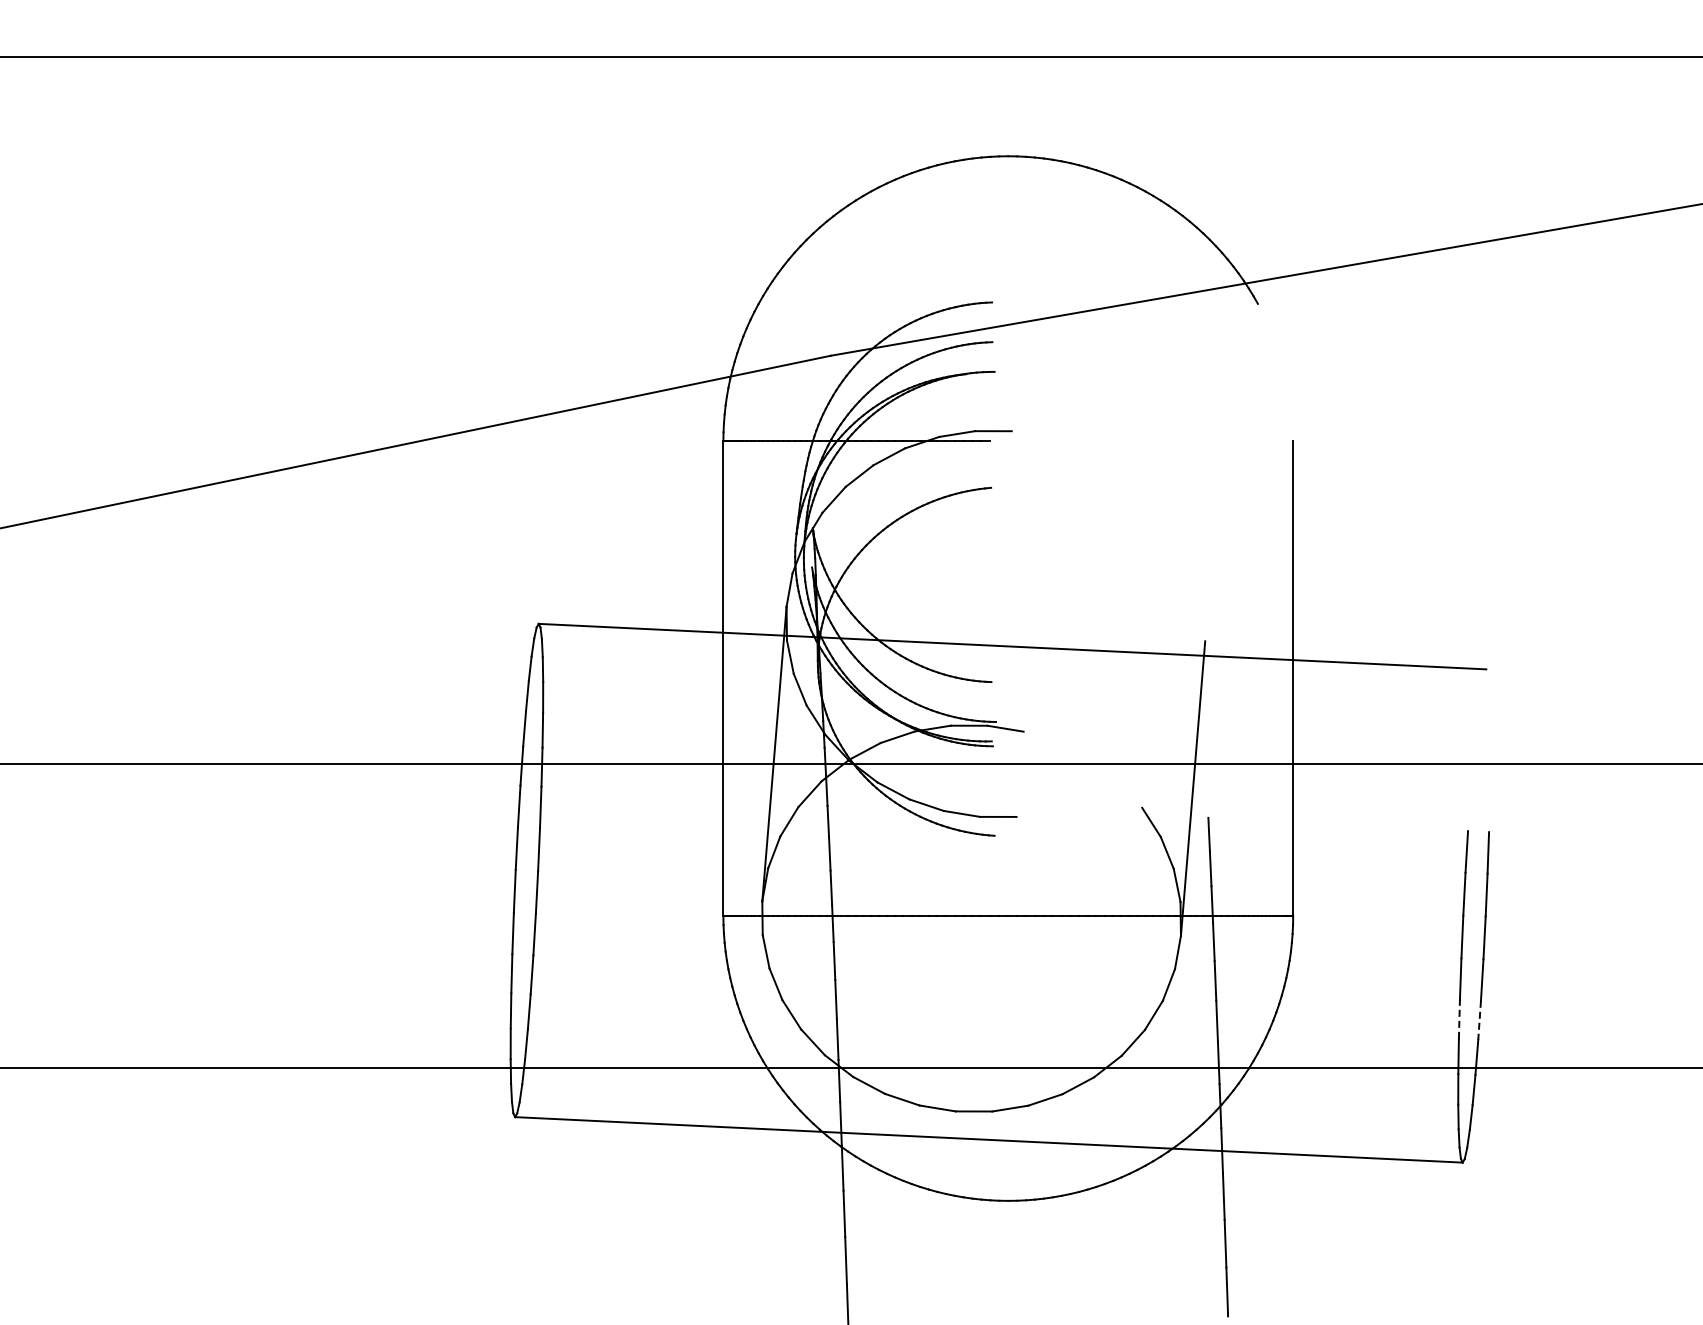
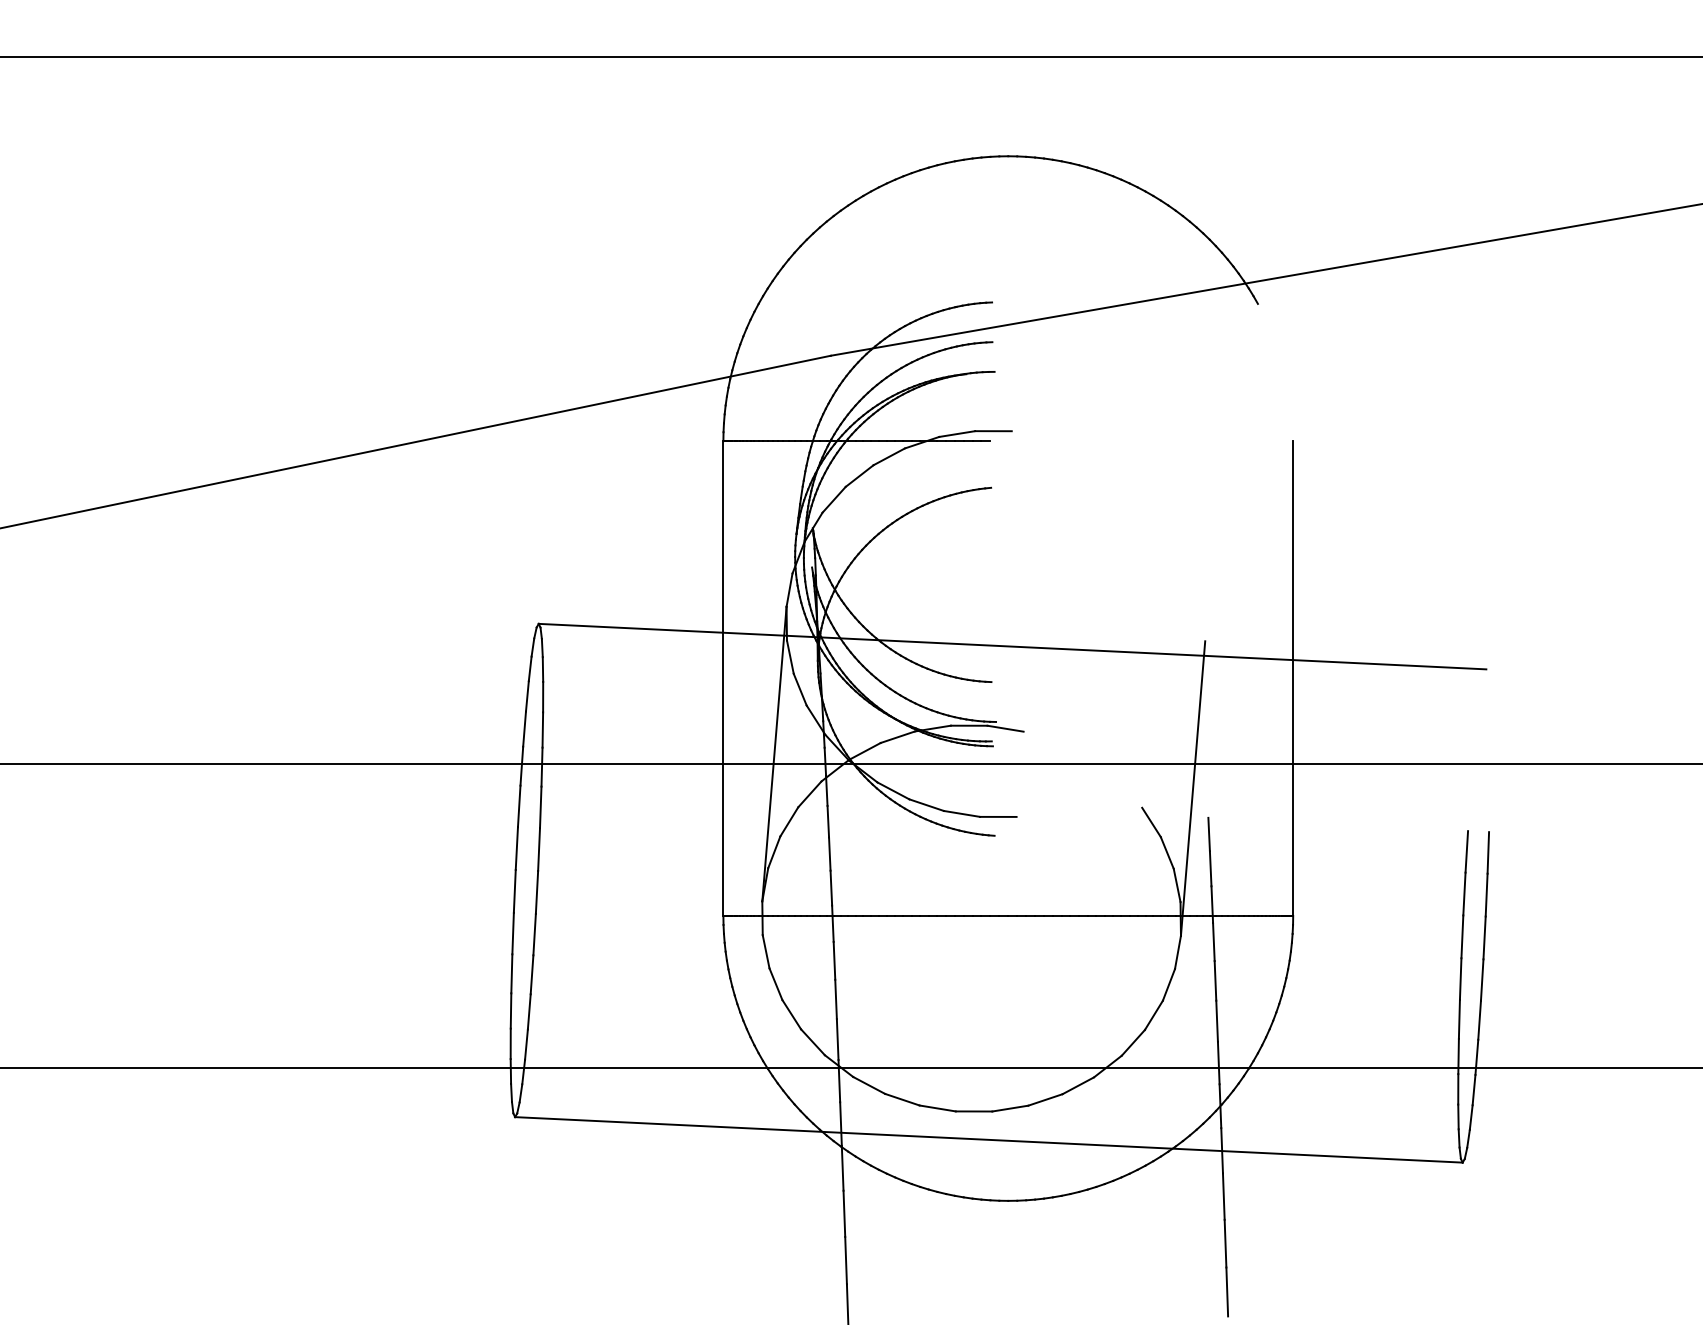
line at (1459, 1019): dashed -> solid
line at (1479, 1020): dashed -> solid
